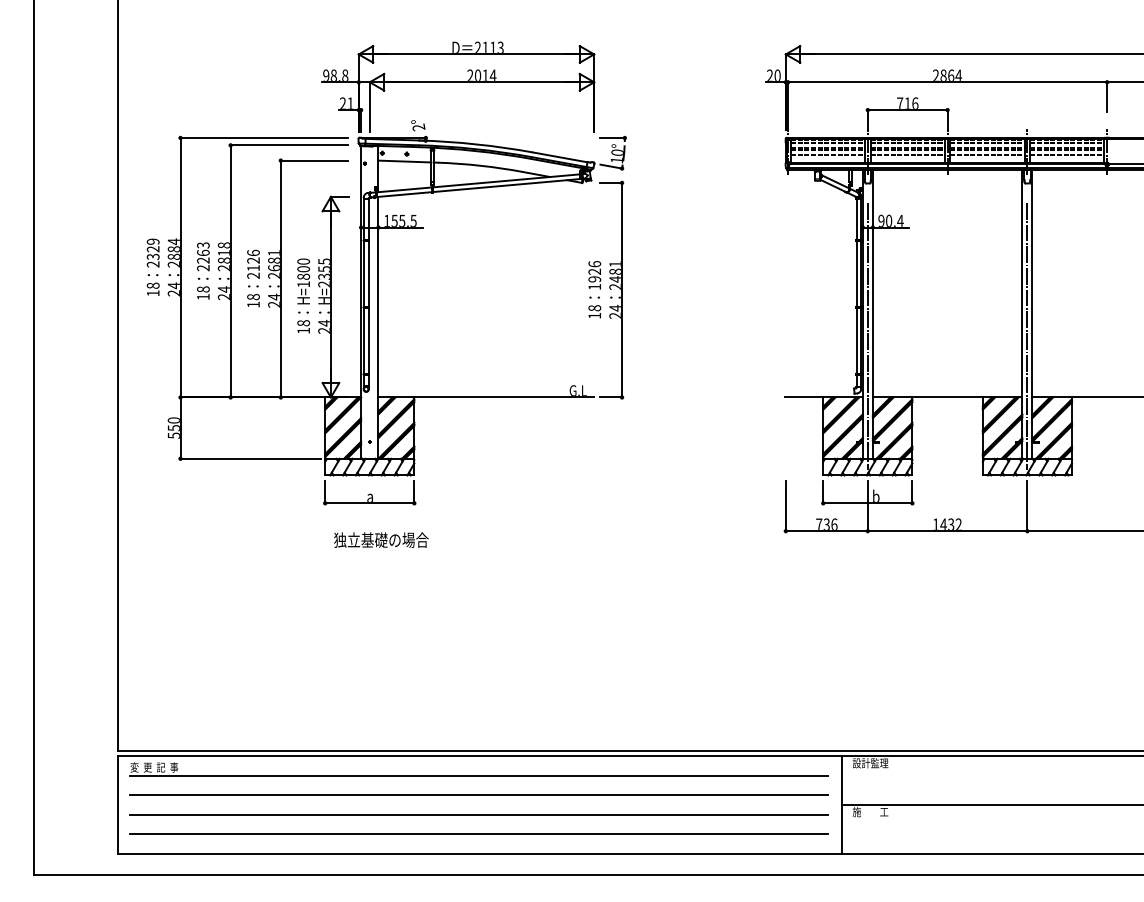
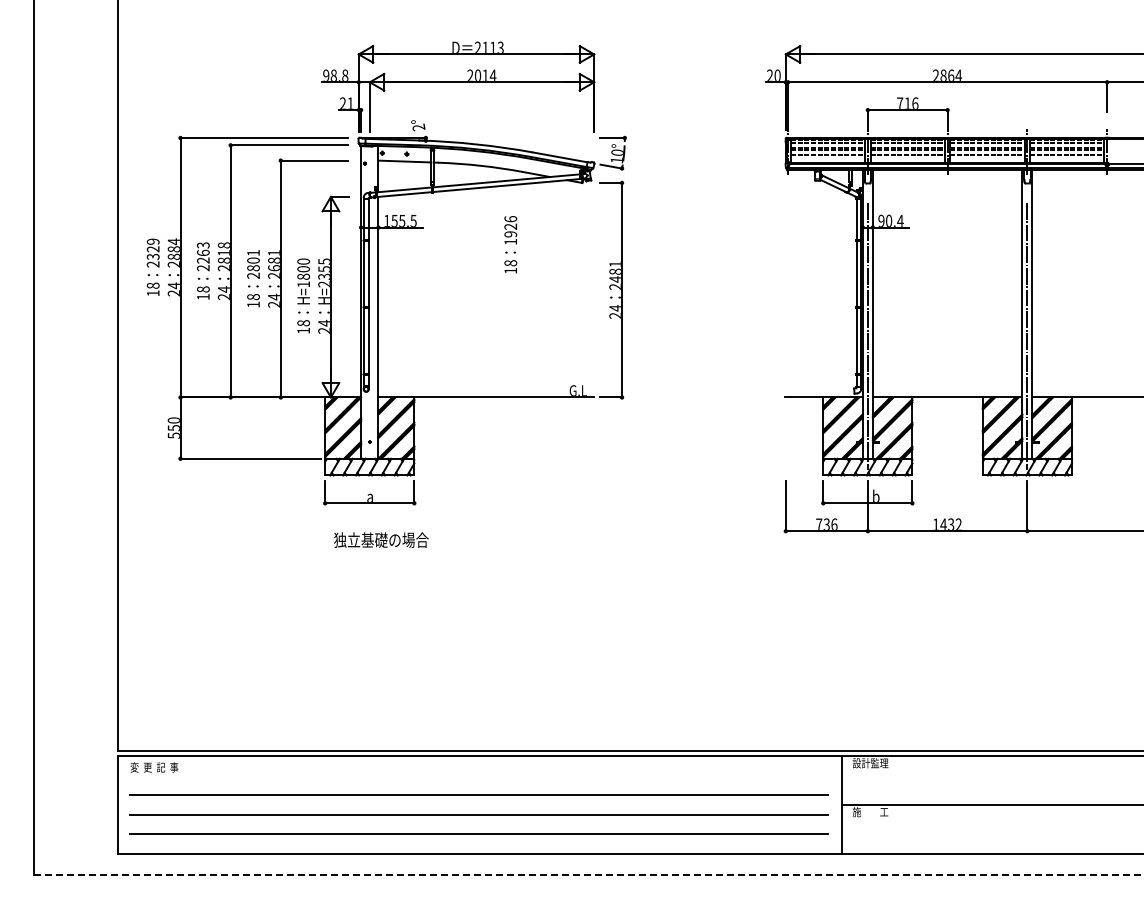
text at (253, 260): 2126 -> 2801
text at (594, 289) position: (594, 289) -> (510, 244)
line at (478, 775): present -> none
line at (589, 874): solid -> dashed
